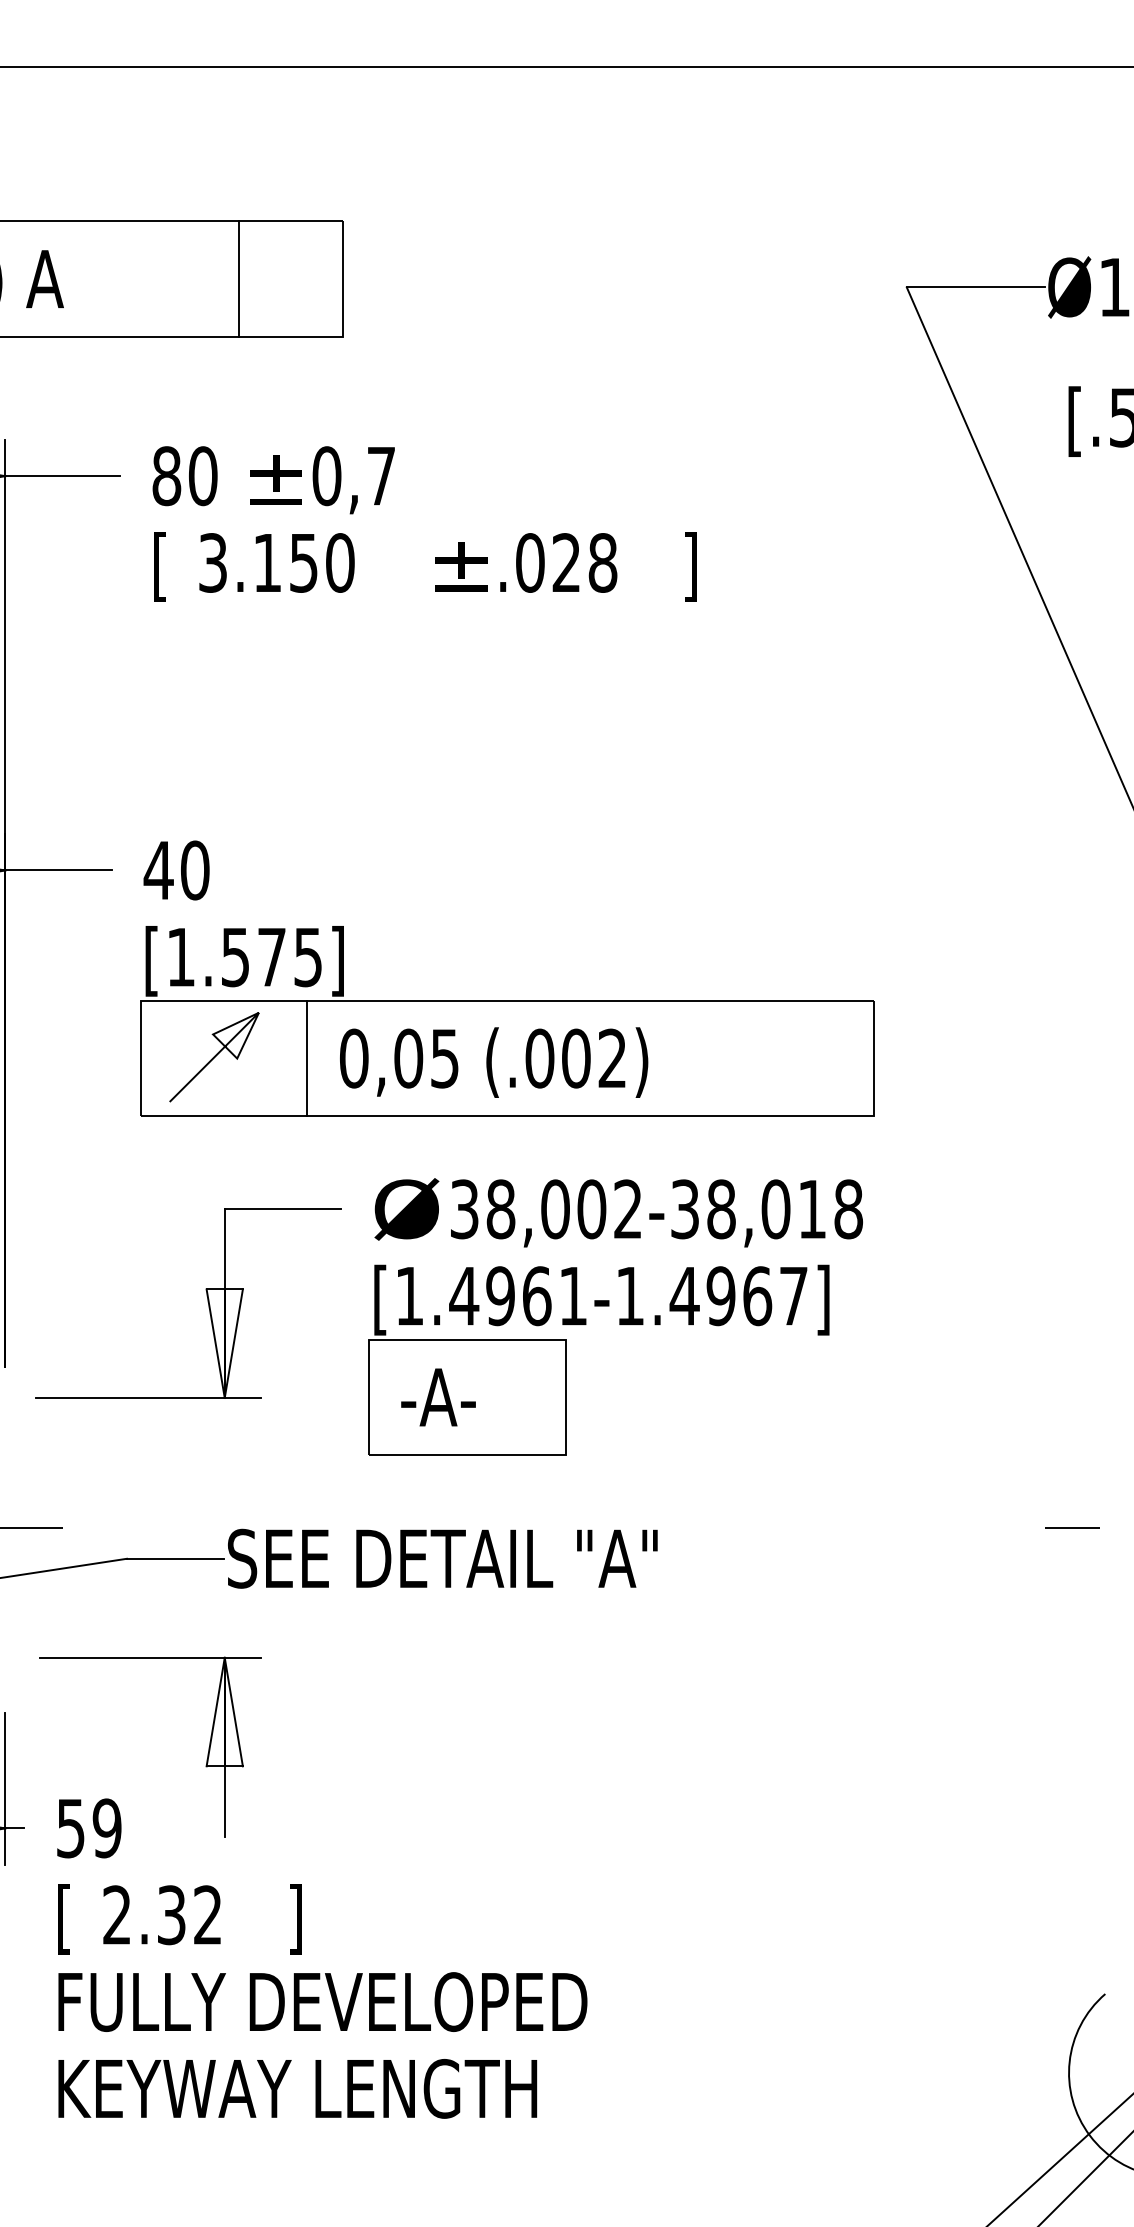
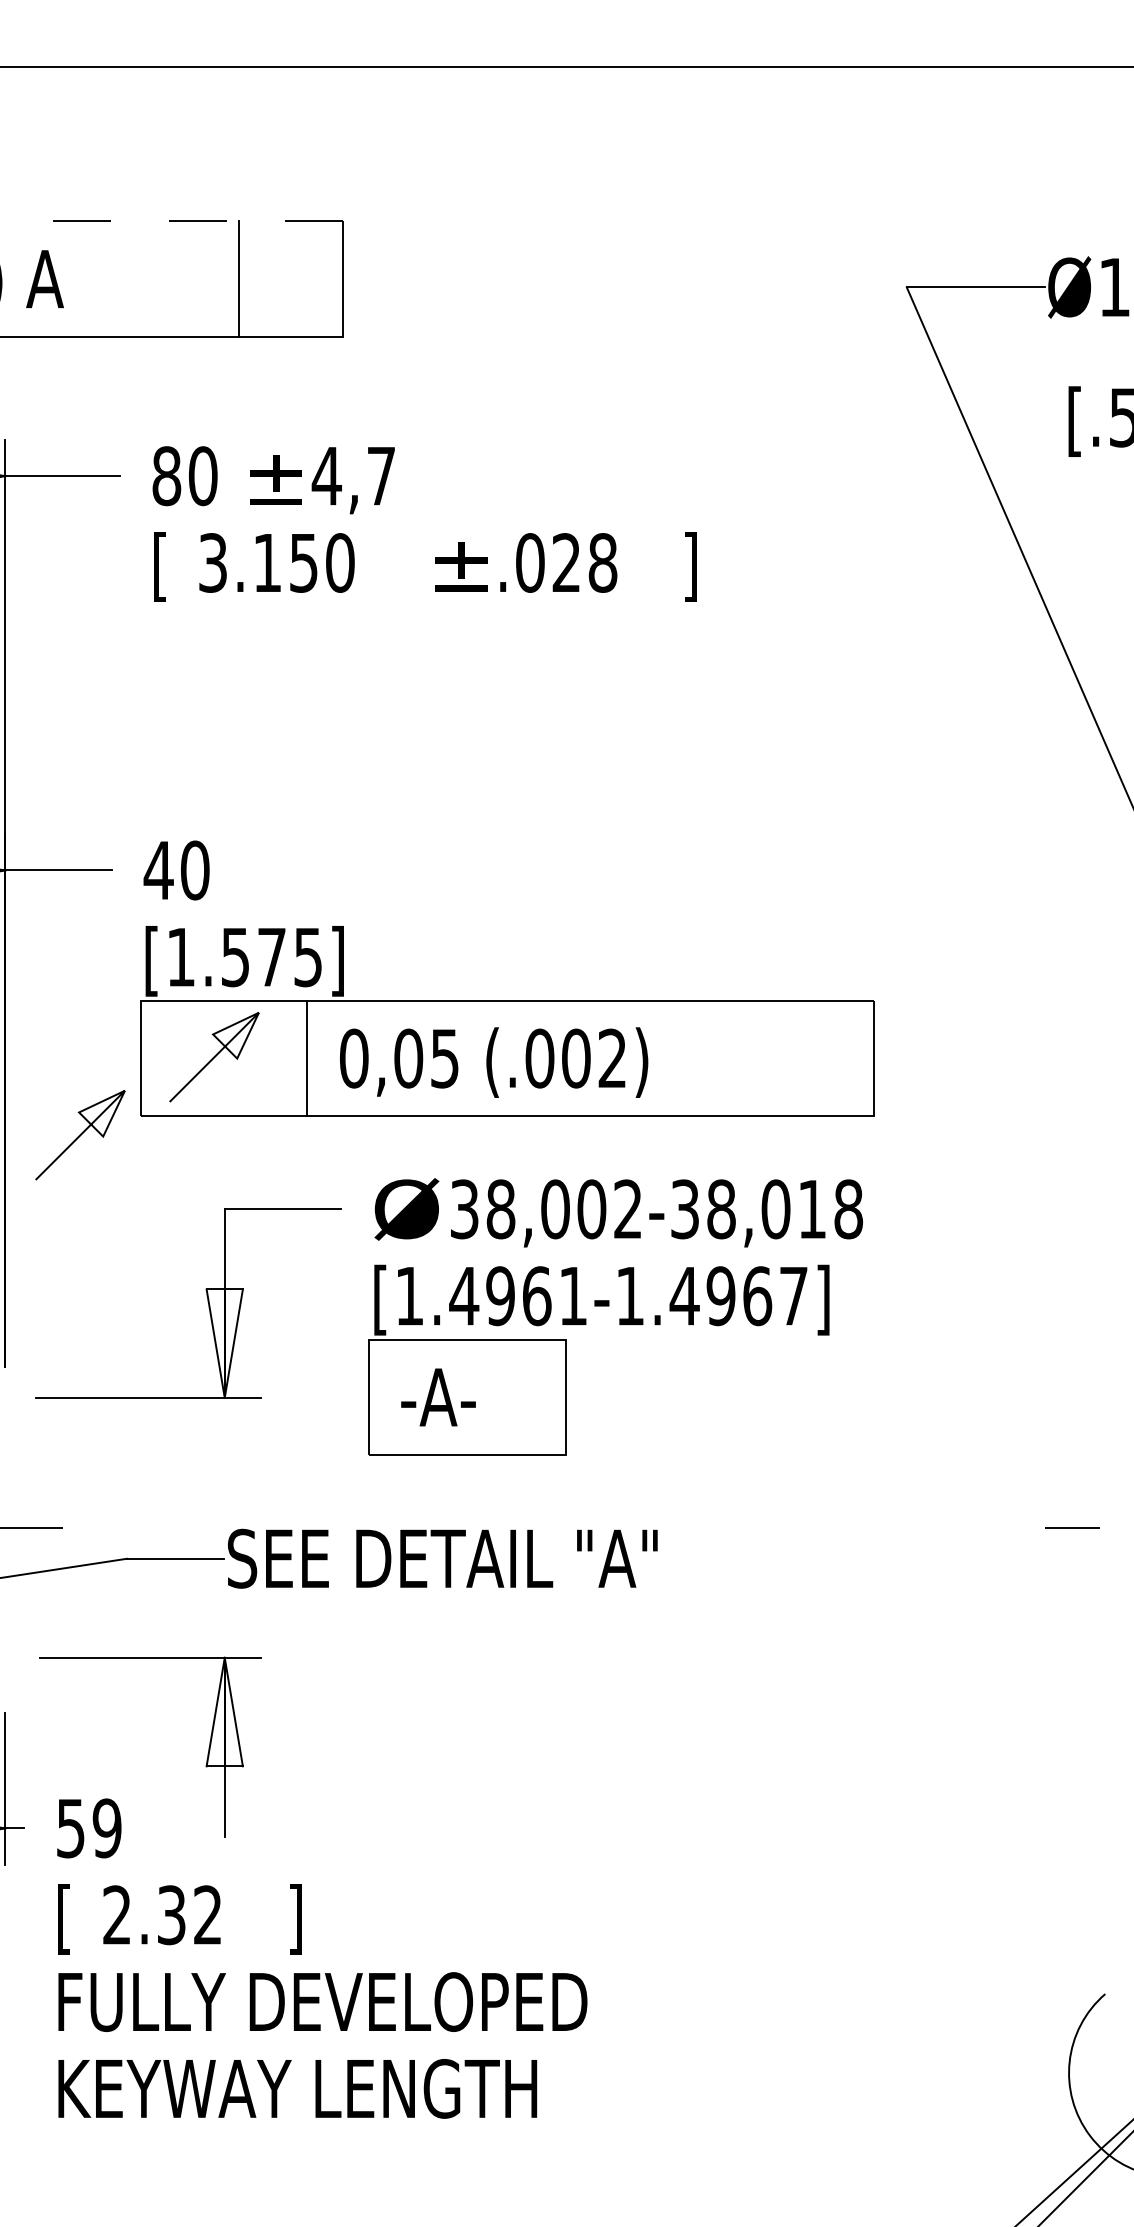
line at (170, 221): solid -> dashed
text at (326, 476): 0,7 -> 4,7
line at (80, 1135): none -> present
line at (1060, 2159) position: (1060, 2159) -> (1074, 2172)
